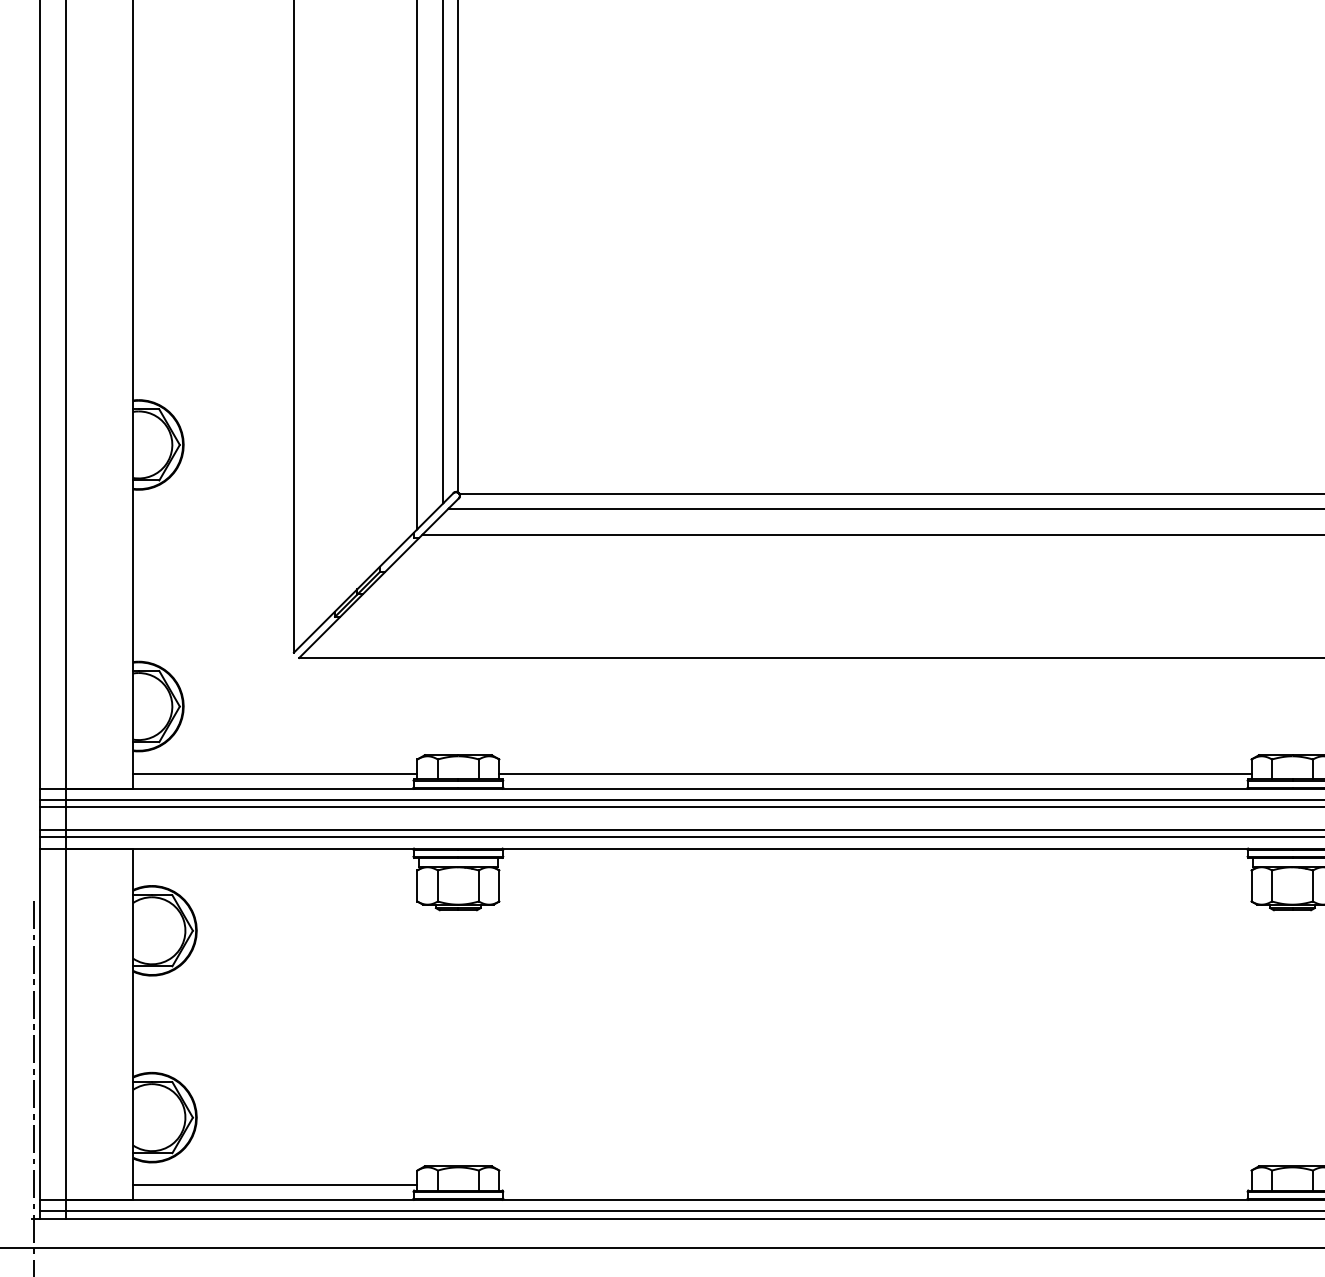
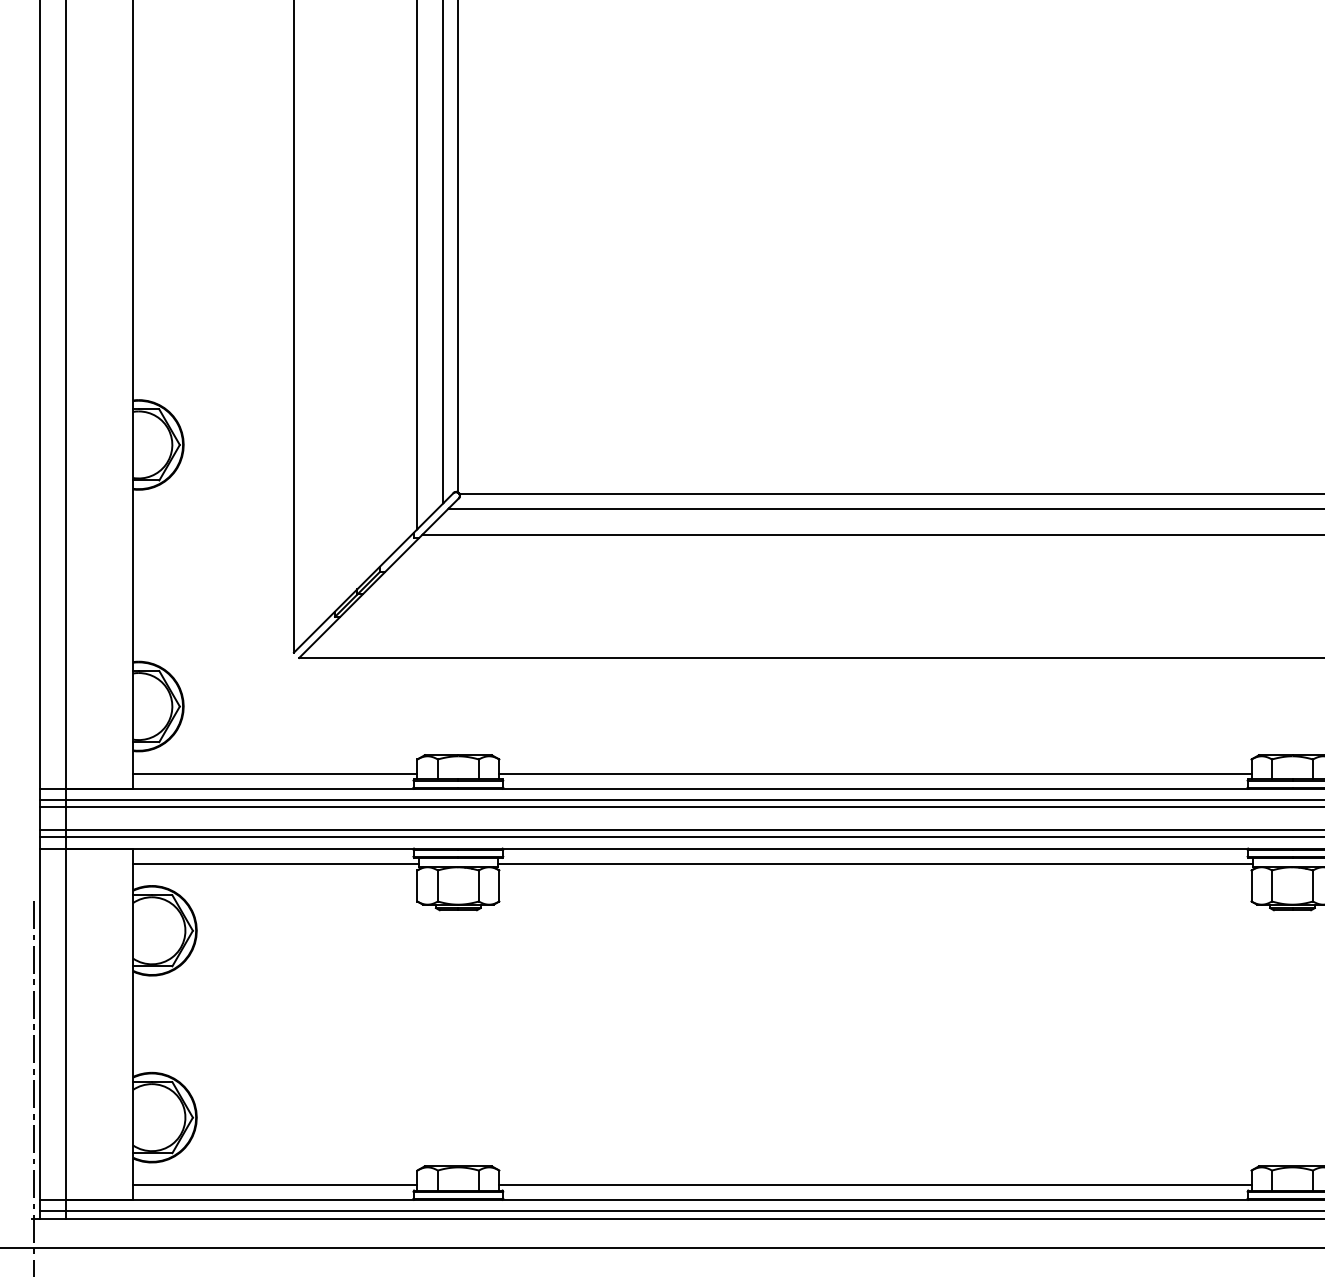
line at (276, 863): none -> present
line at (875, 863): none -> present
line at (875, 1184): none -> present
